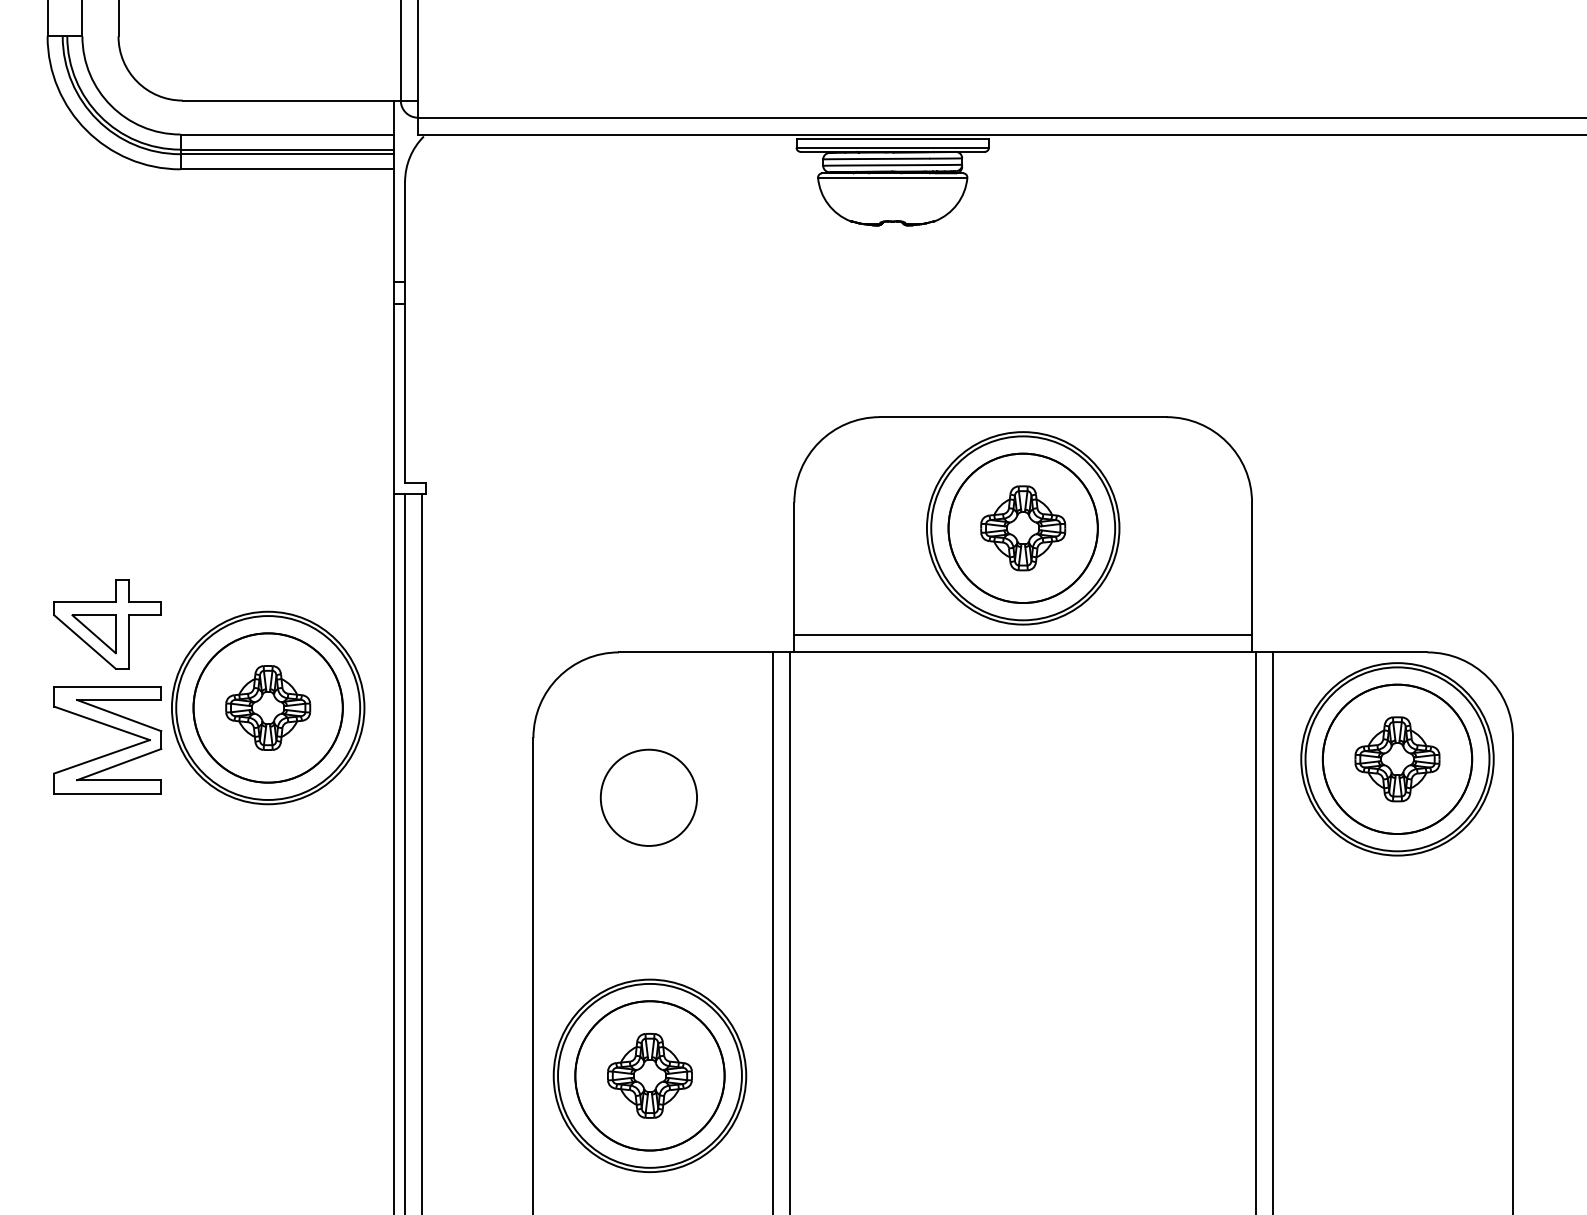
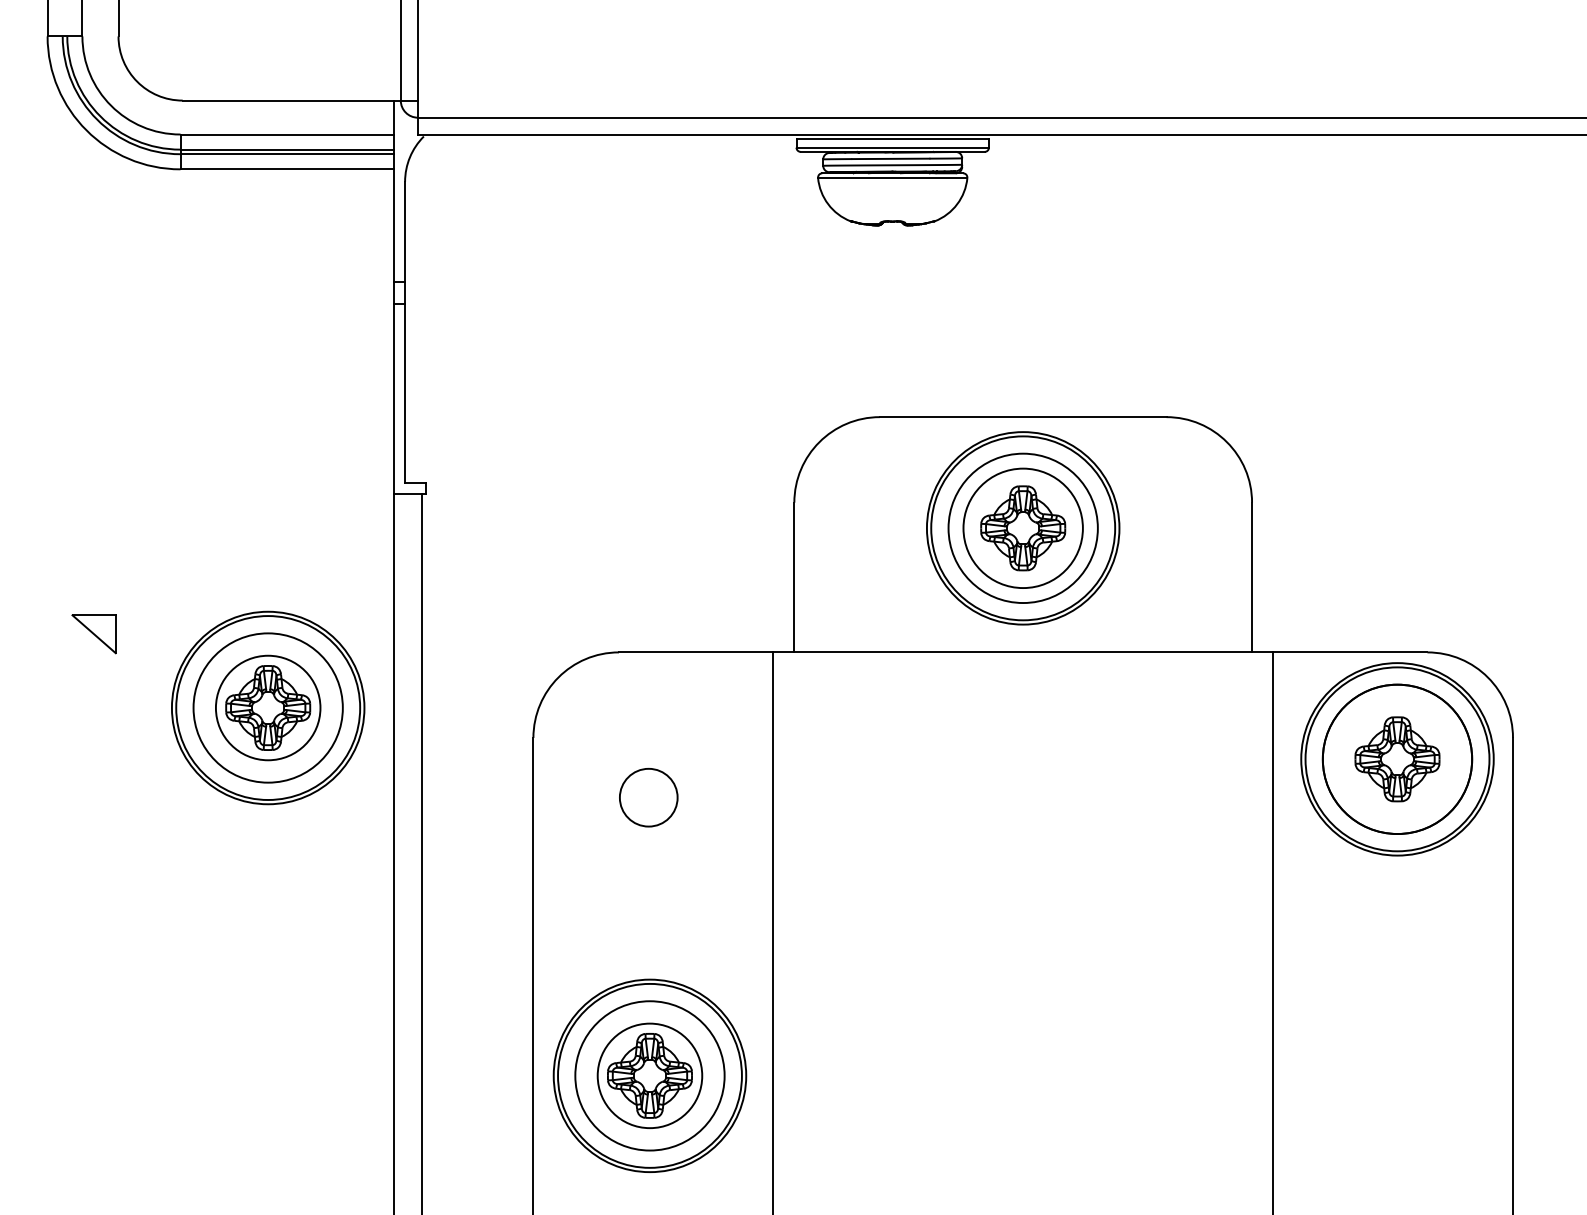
circle at (1022, 528) diameter: 149 px -> 119 px
part at (107, 624): present -> none
line at (1023, 635): present -> none
circle at (267, 707) diameter: 149 px -> 105 px
part at (110, 752): present -> none
circle at (648, 797) size: 99x99 px -> 60x60 px
line at (405, 852): present -> none
line at (790, 931): present -> none
line at (1256, 931): present -> none
circle at (649, 1075) diameter: 149 px -> 105 px
